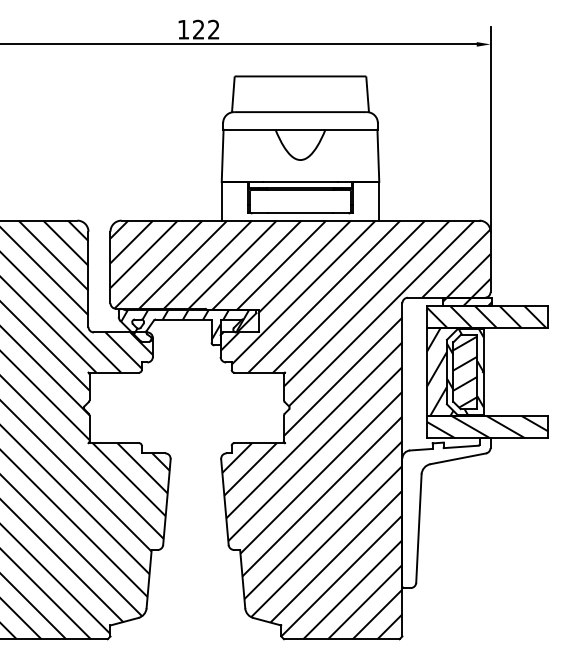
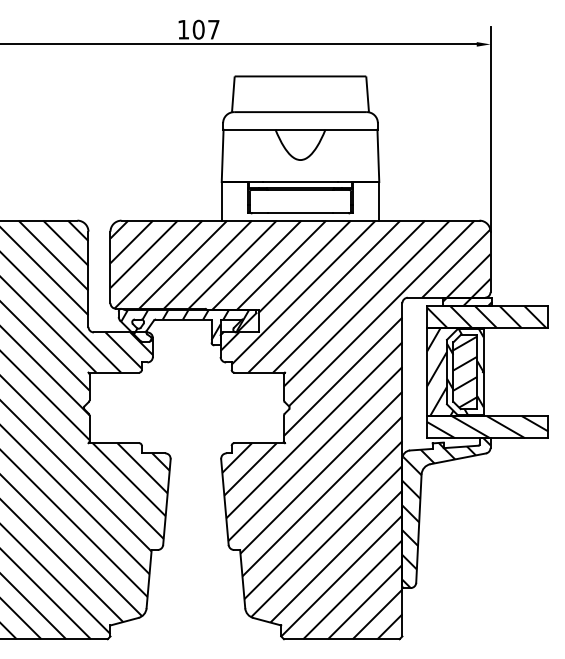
text at (205, 29): 122 -> 107
hatch at (446, 513): none -> present
